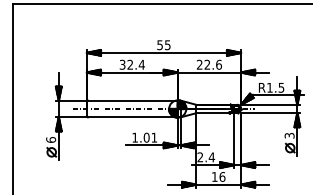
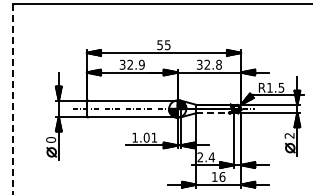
text at (141, 64): 32.4 -> 32.9
text at (209, 64): 22.6 -> 32.8
line at (12, 100): solid -> dashed
line at (213, 113): solid -> dashed
text at (289, 135): 3 -> 2
text at (50, 139): 6 -> 0
